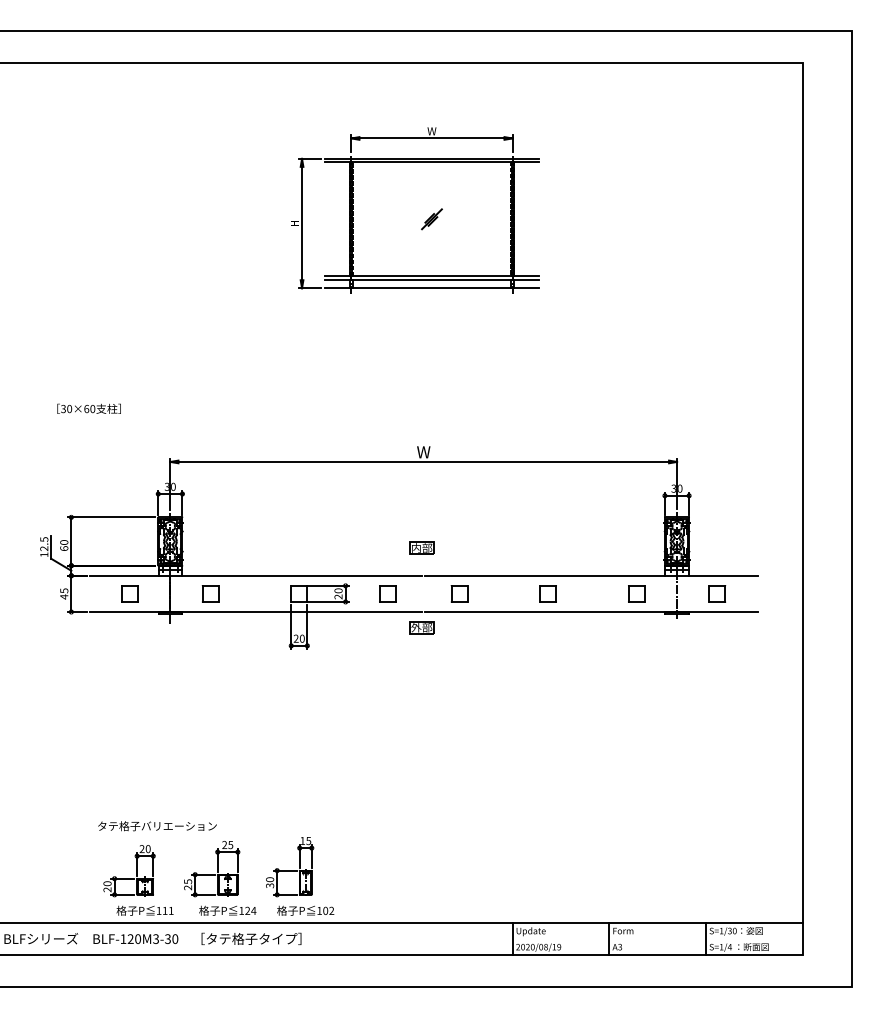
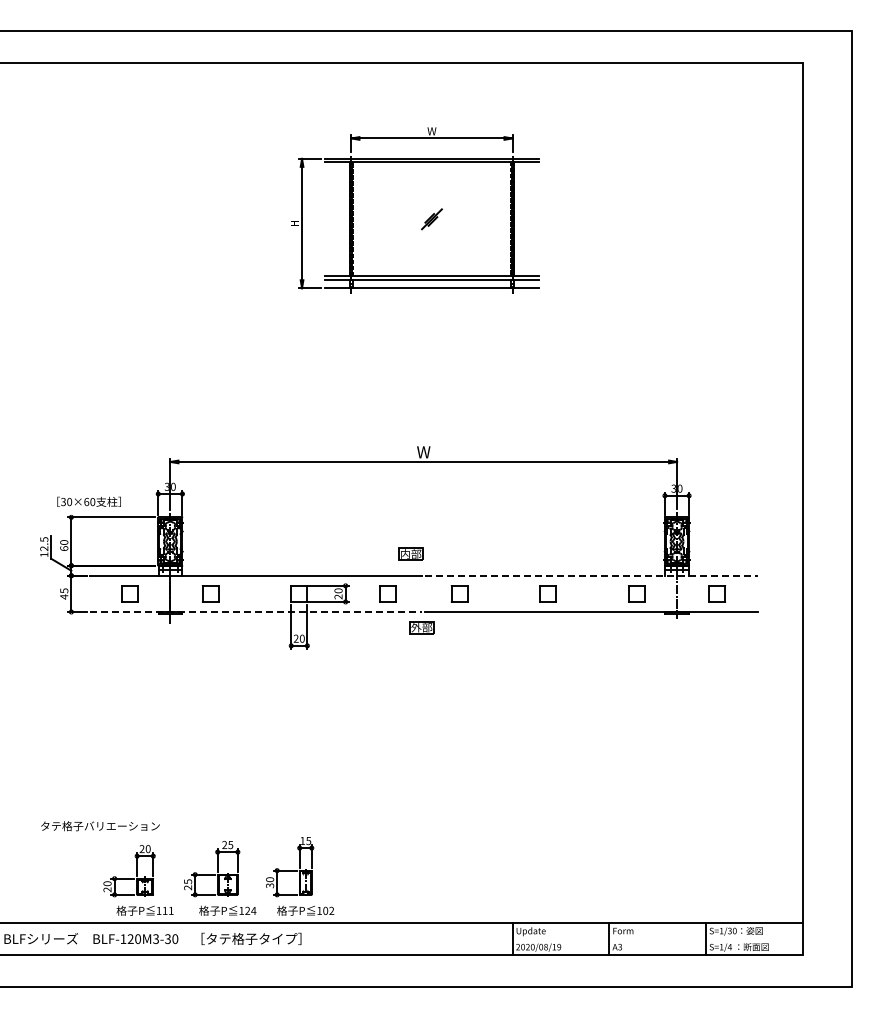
text at (88, 408) position: (88, 408) -> (88, 501)
part at (421, 547) position: (421, 547) -> (410, 553)
line at (591, 575): solid -> dashed
line at (256, 612): solid -> dashed
text at (157, 826) position: (157, 826) -> (100, 826)
